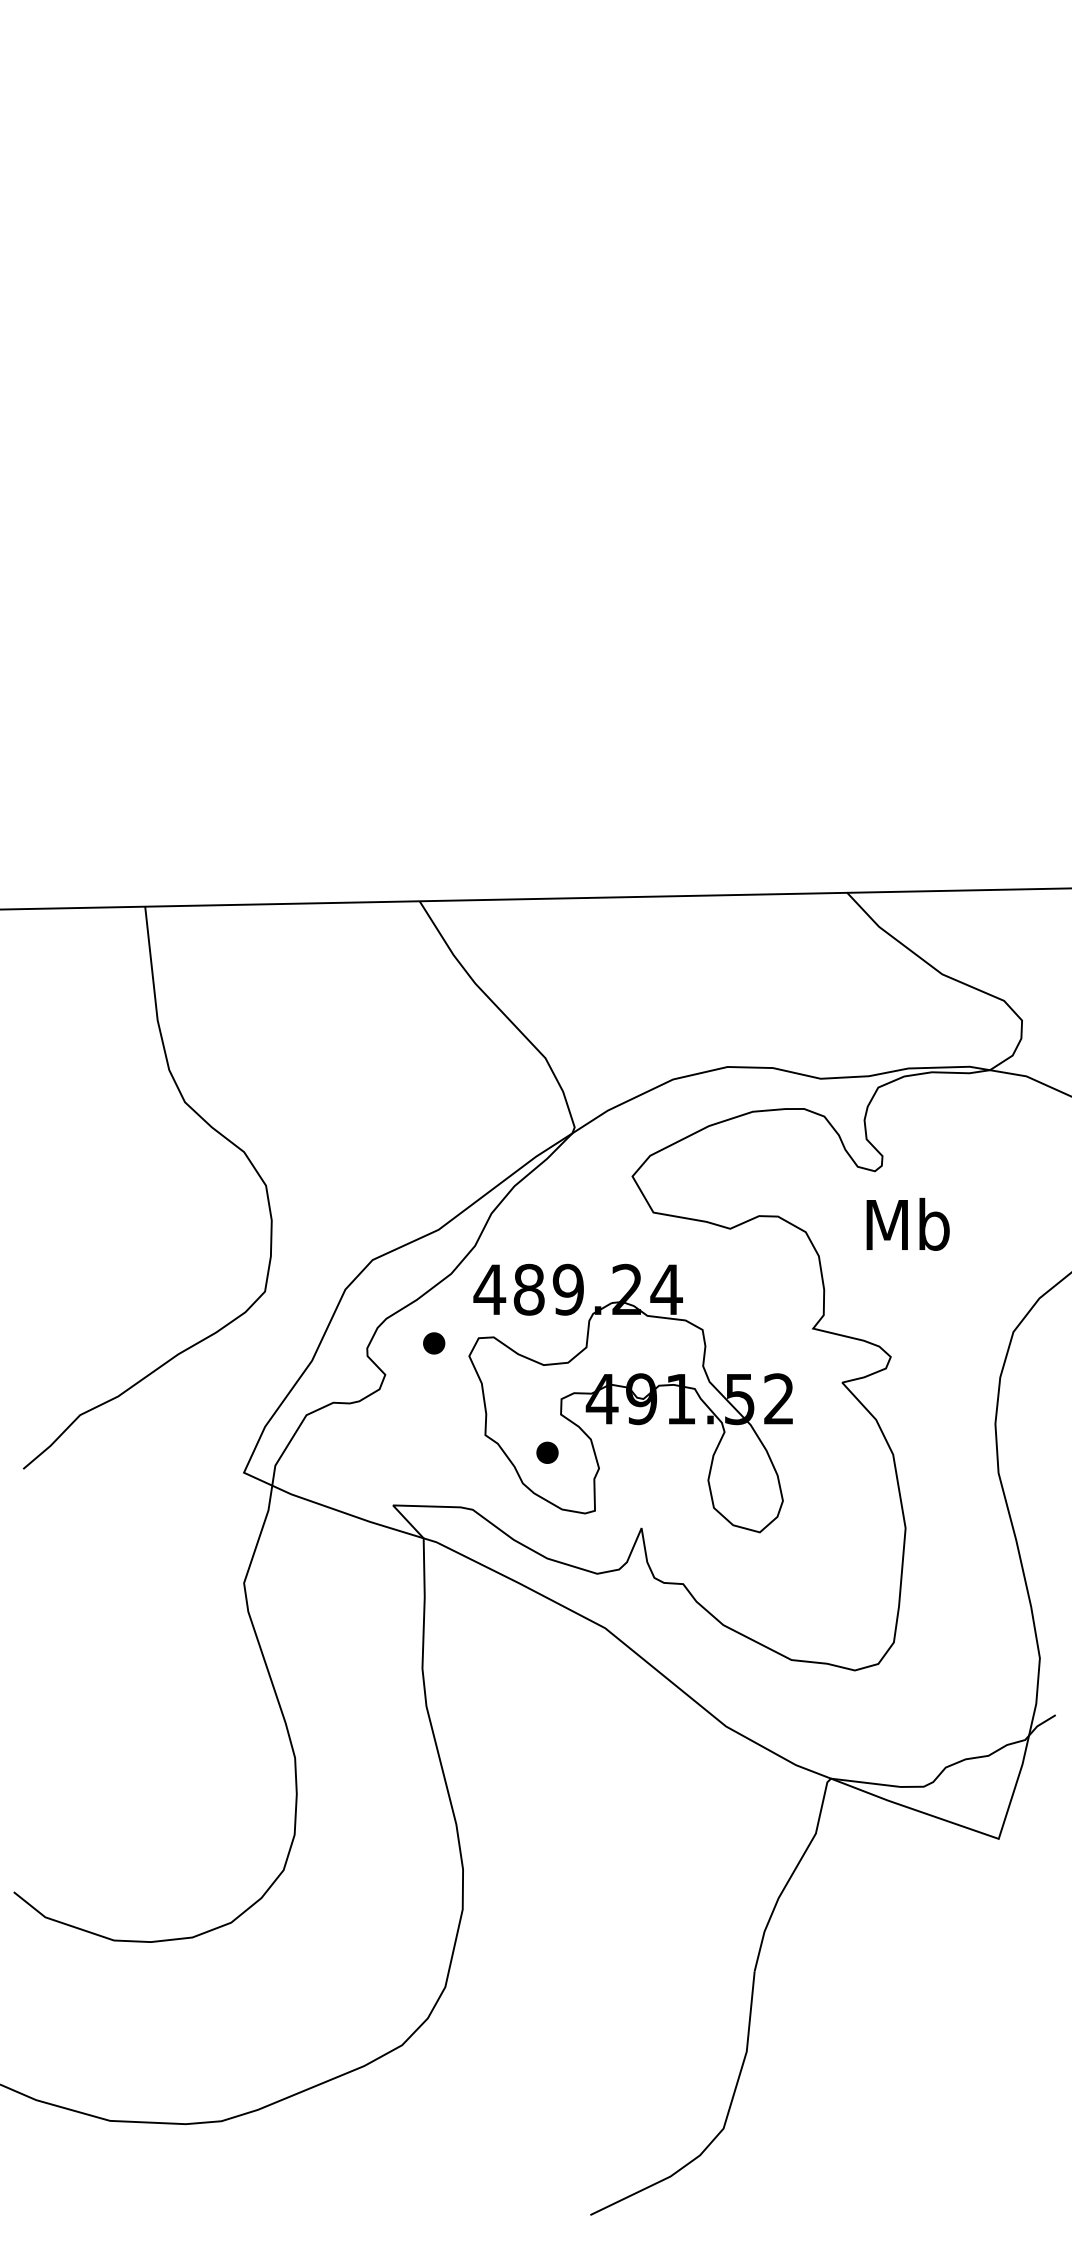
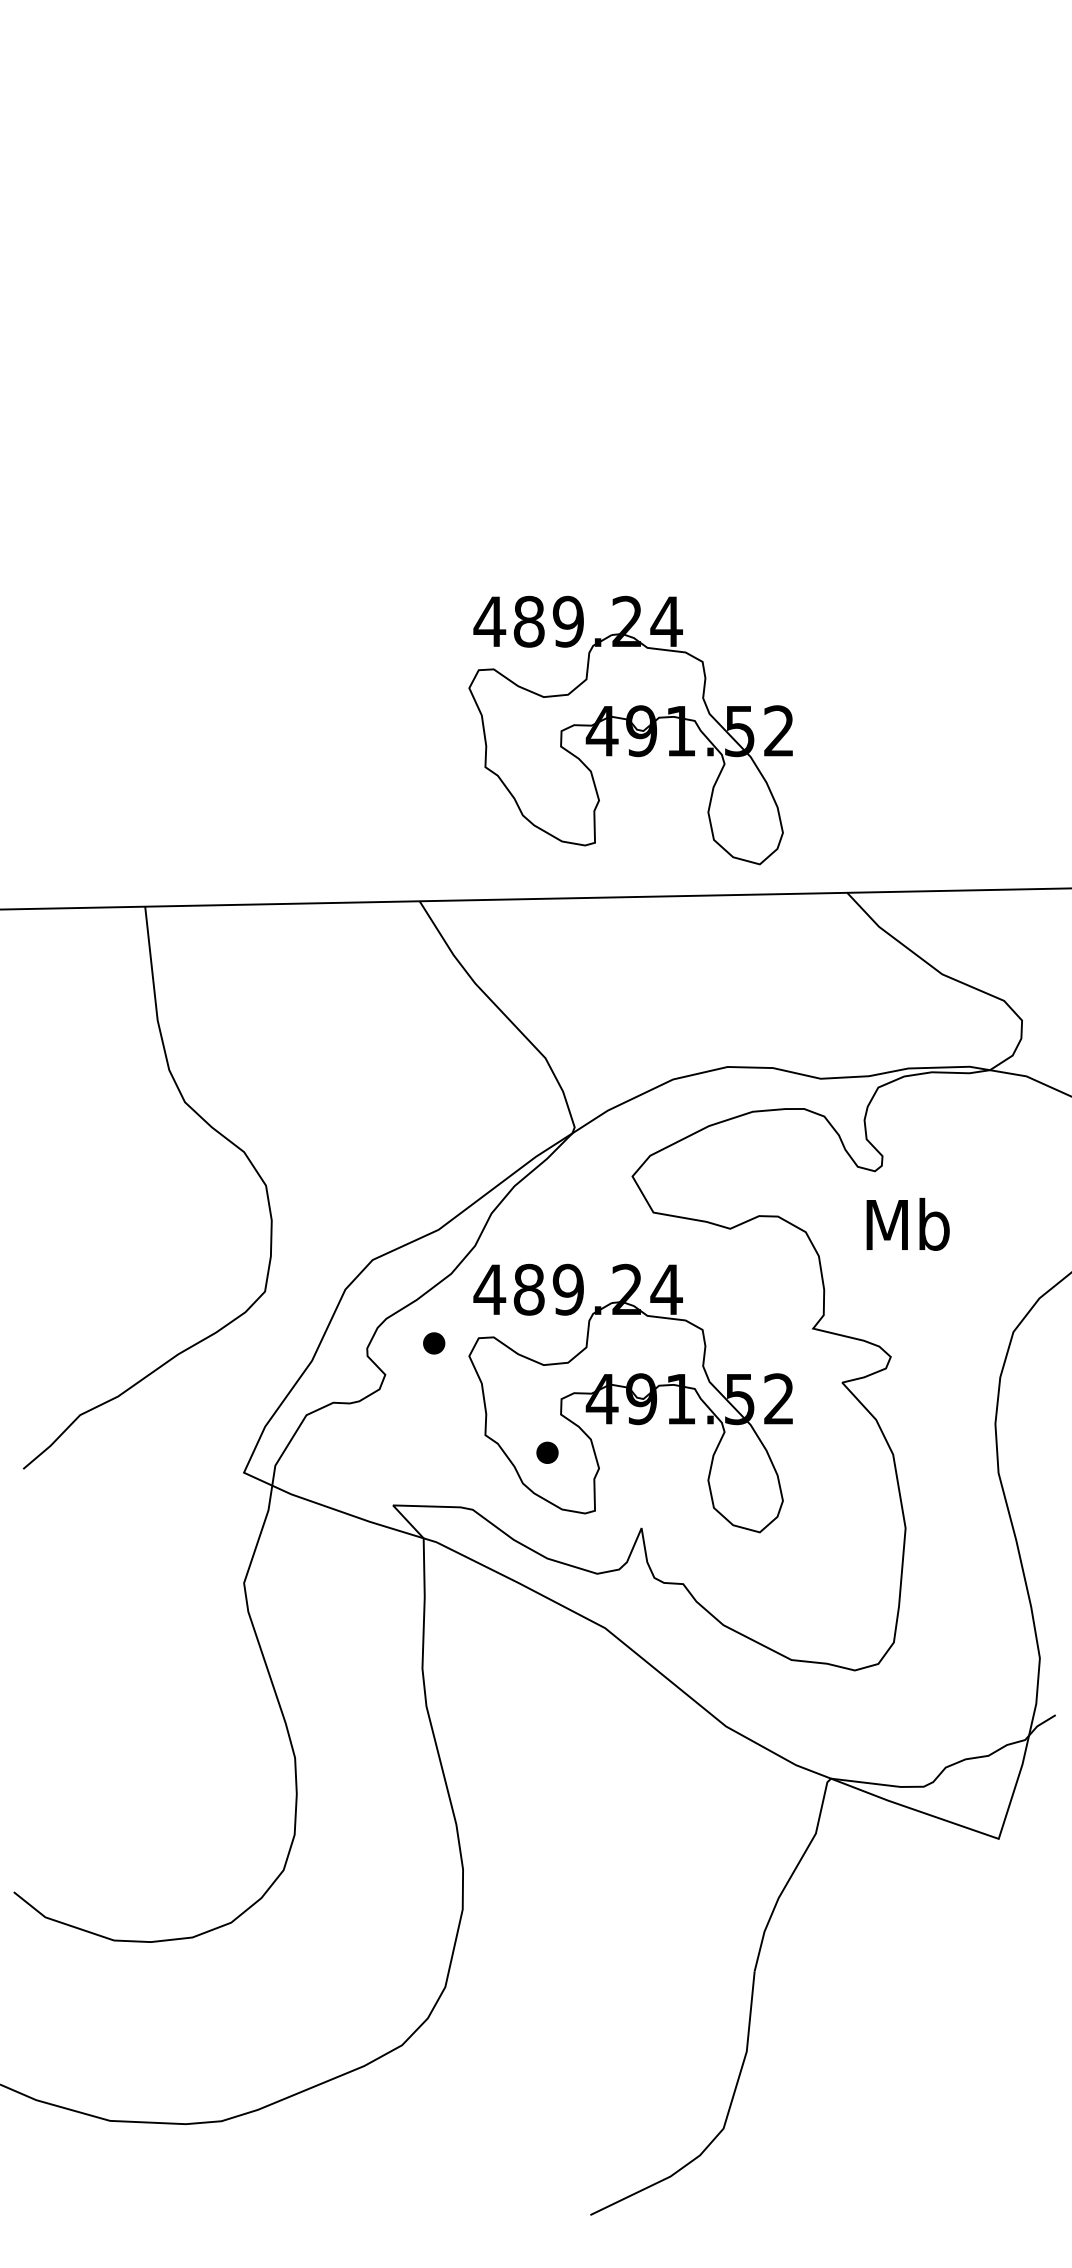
part at (630, 730): none -> present
